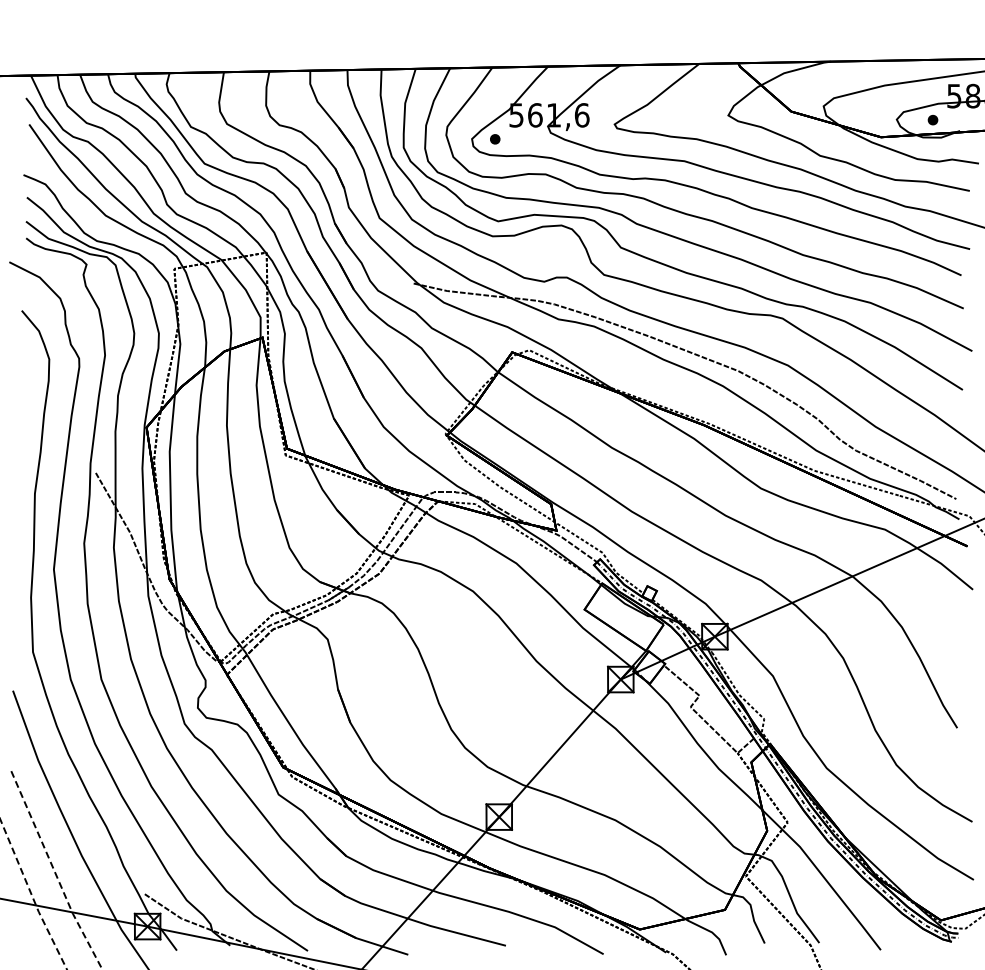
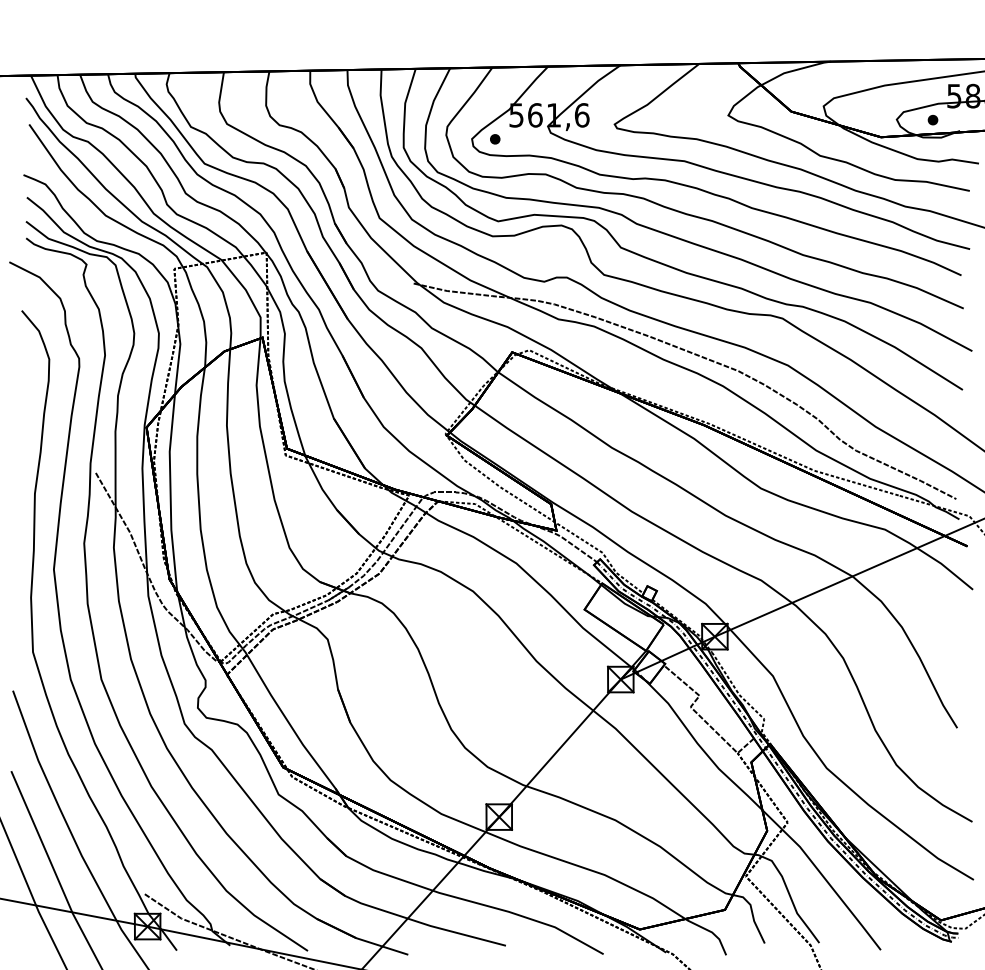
line at (54, 871): dashed -> solid
line at (31, 895): dashed -> solid
